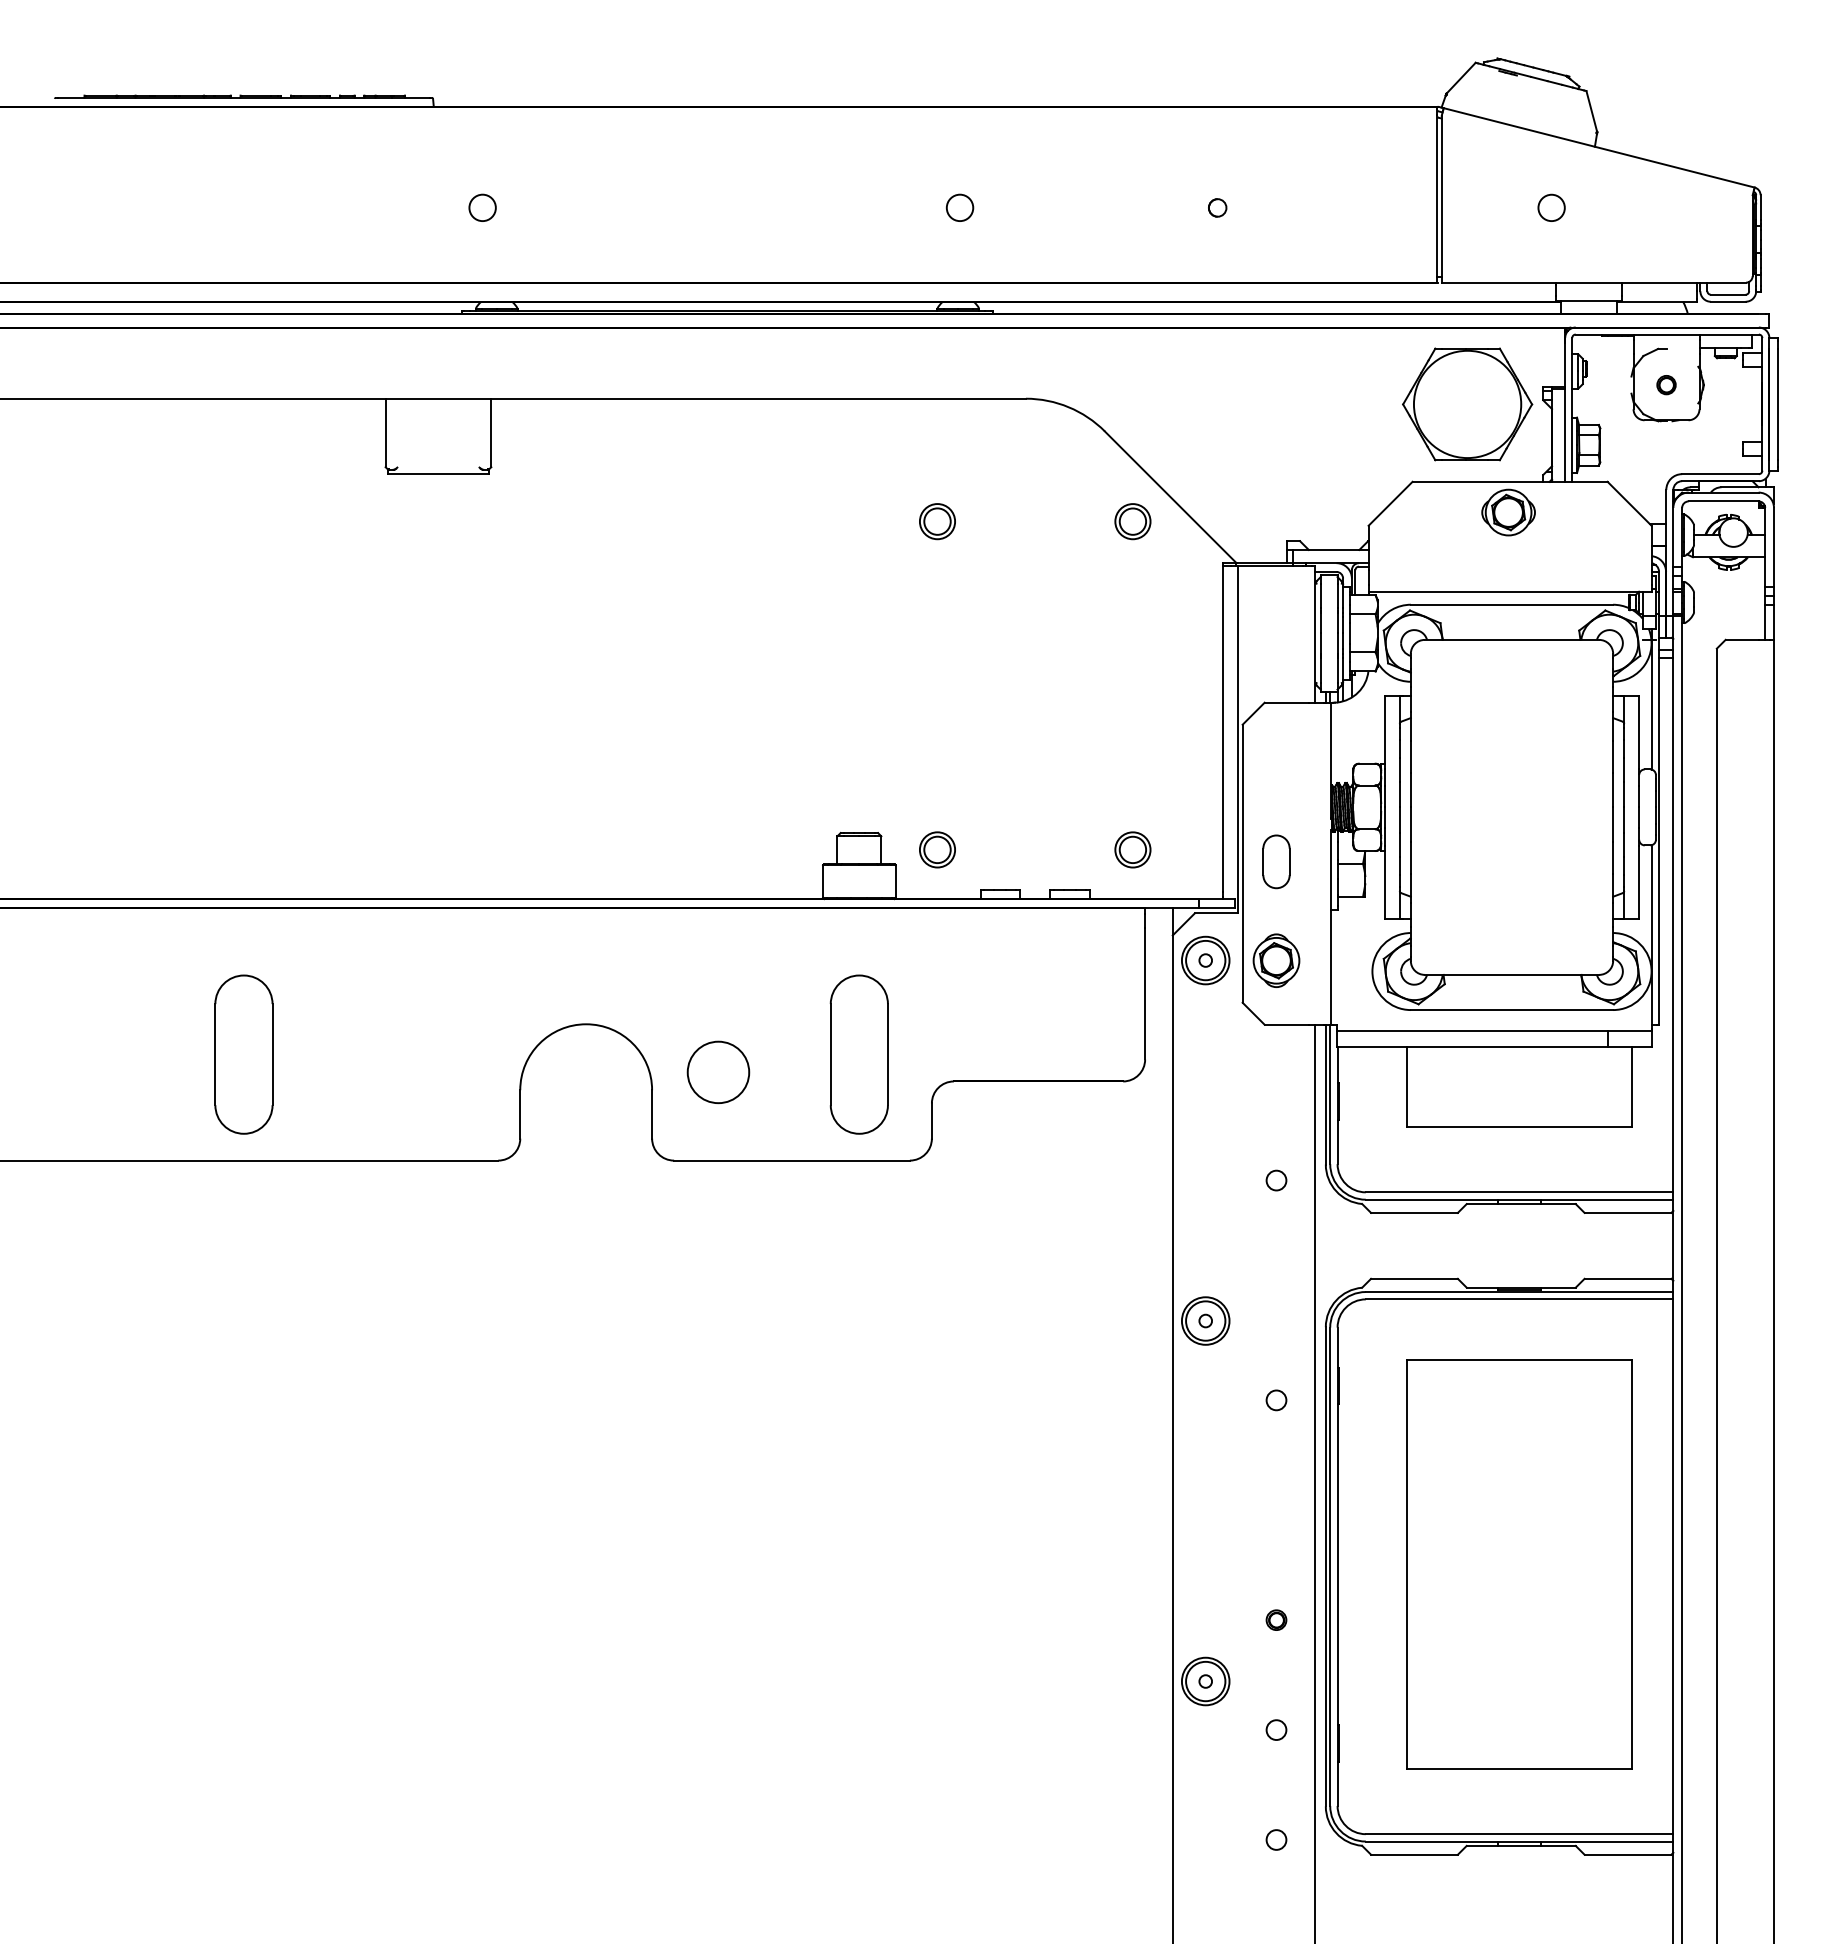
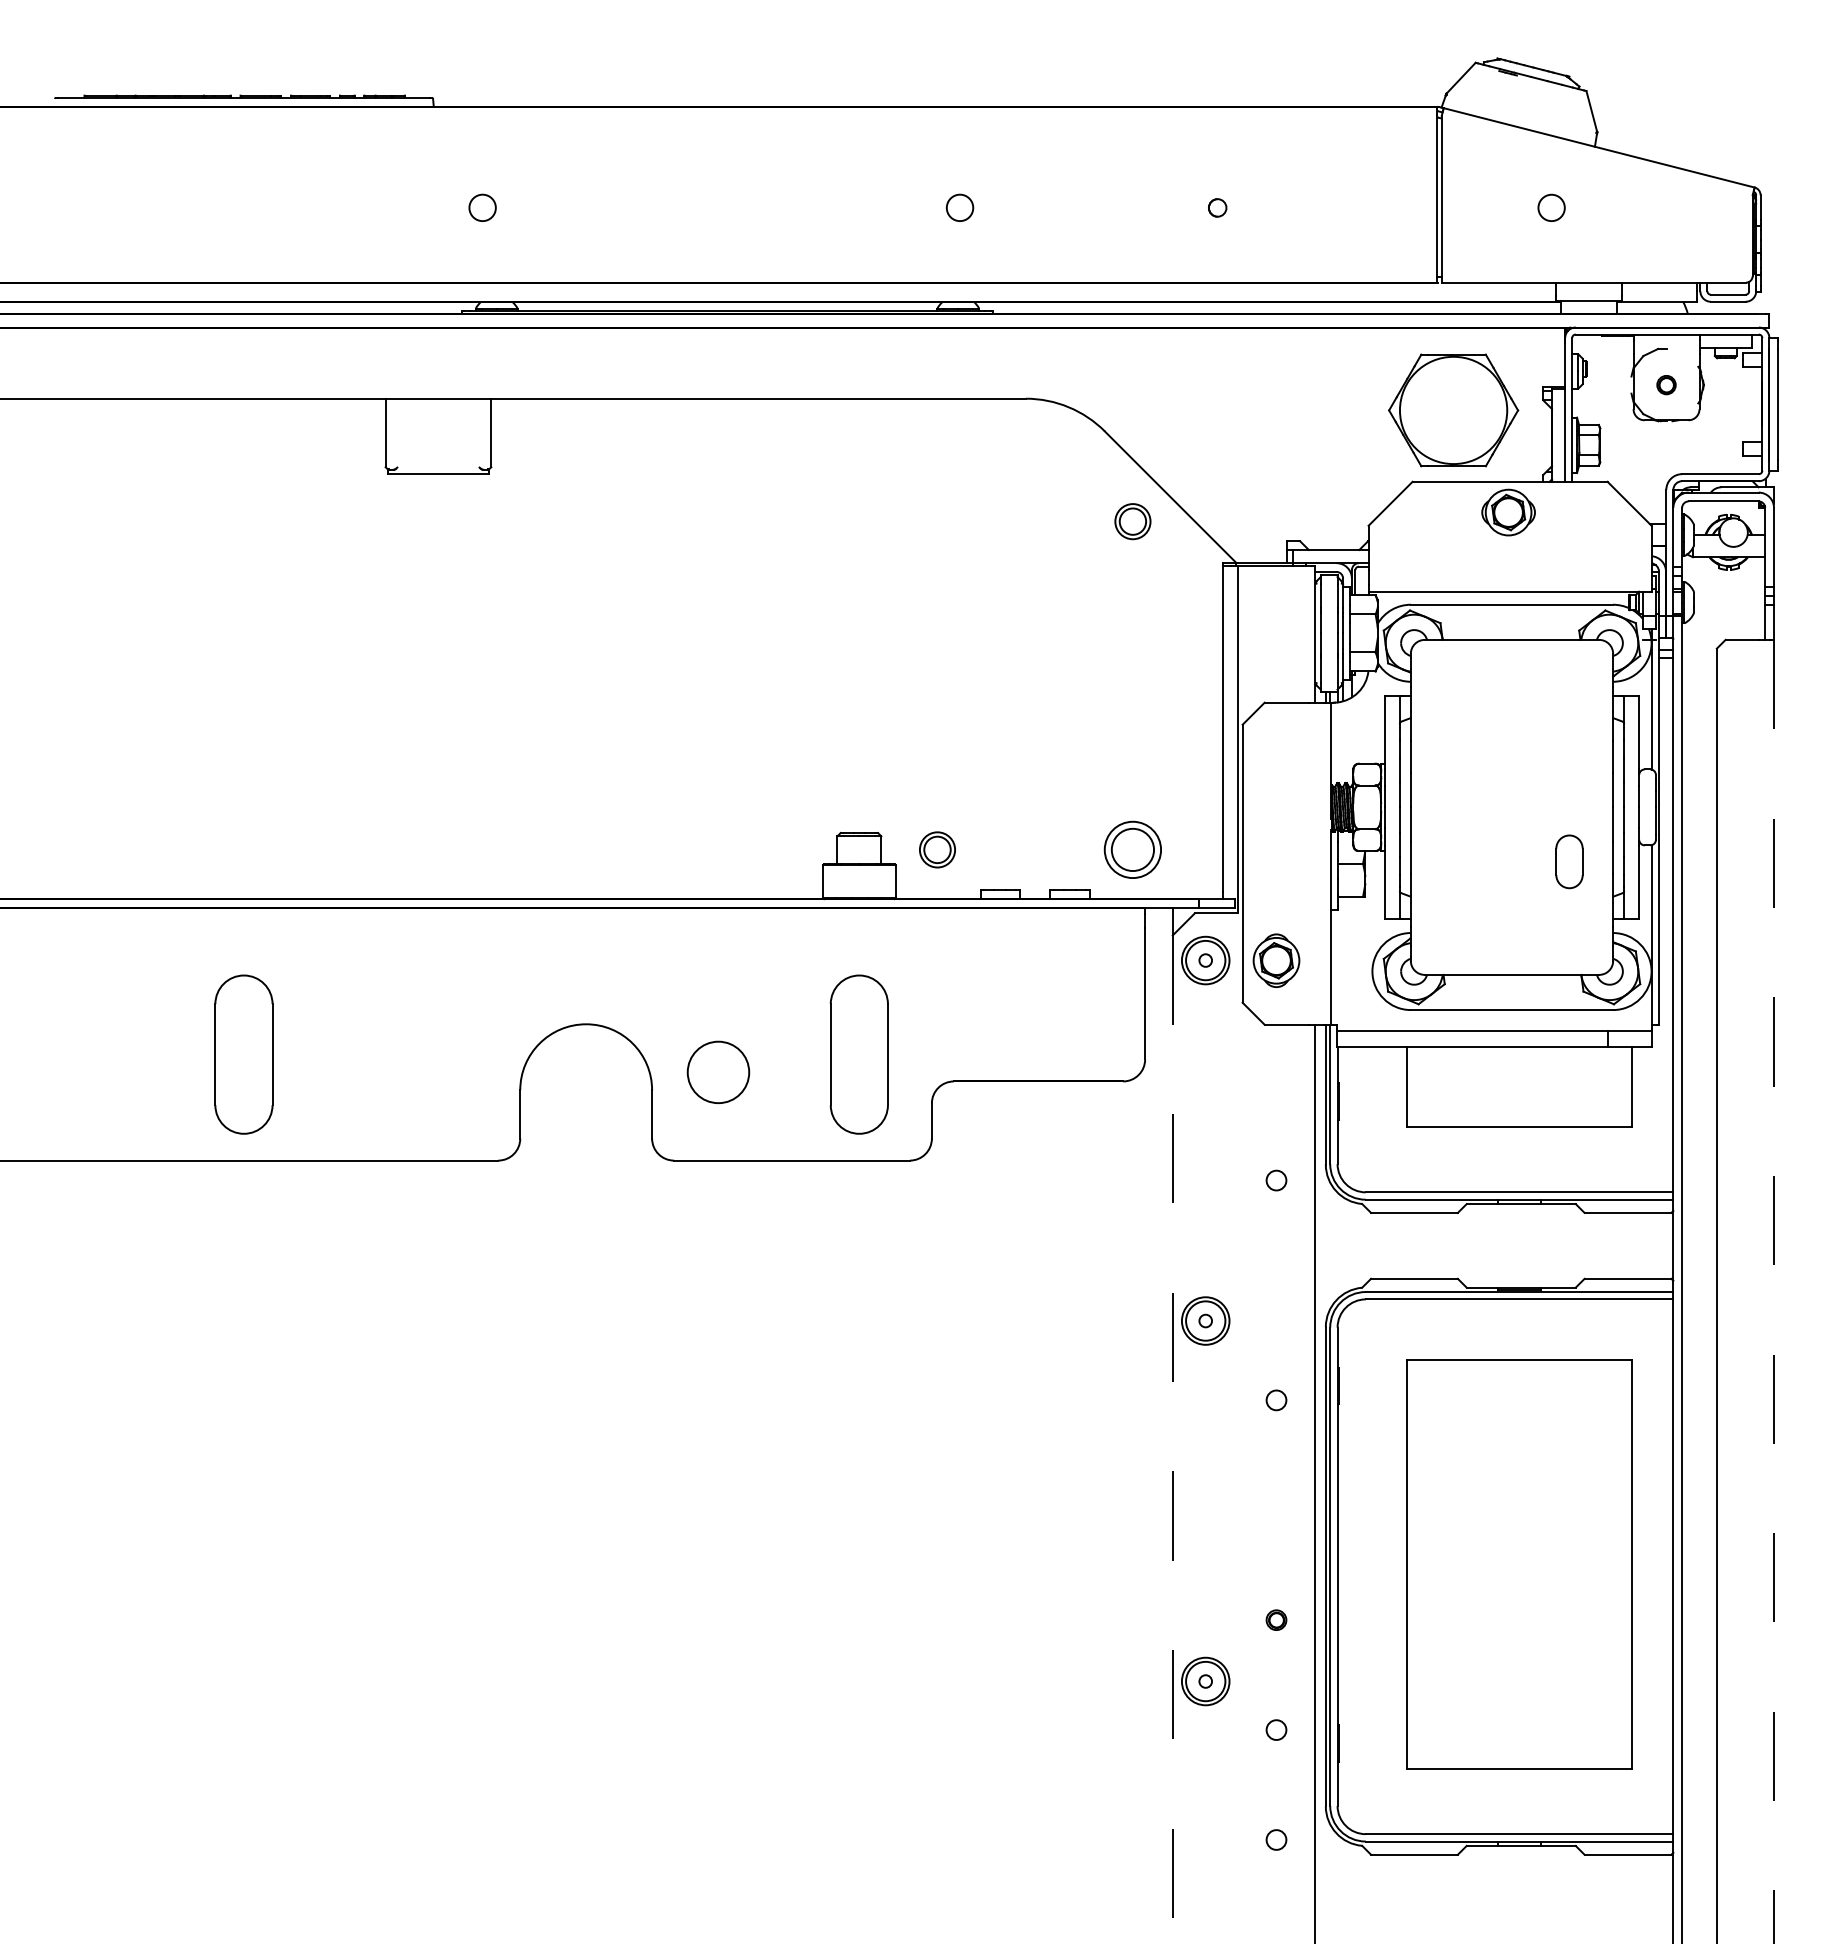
part at (1467, 404) position: (1467, 404) -> (1453, 410)
part at (937, 521): present -> none
part at (1132, 849) size: 38x38 px -> 59x59 px
part at (1276, 861) position: (1276, 861) -> (1569, 861)
line at (1774, 1291): solid -> dashed
line at (1172, 1439): solid -> dashed
